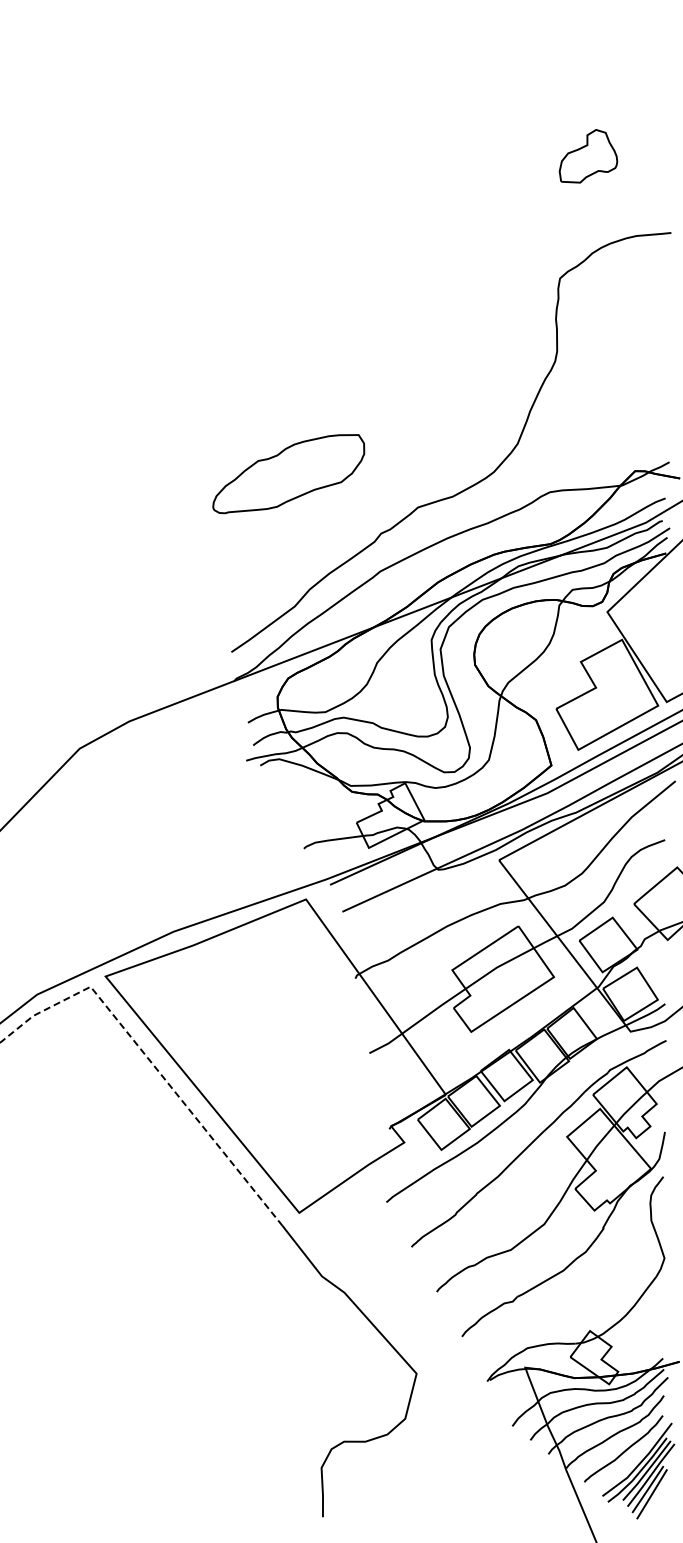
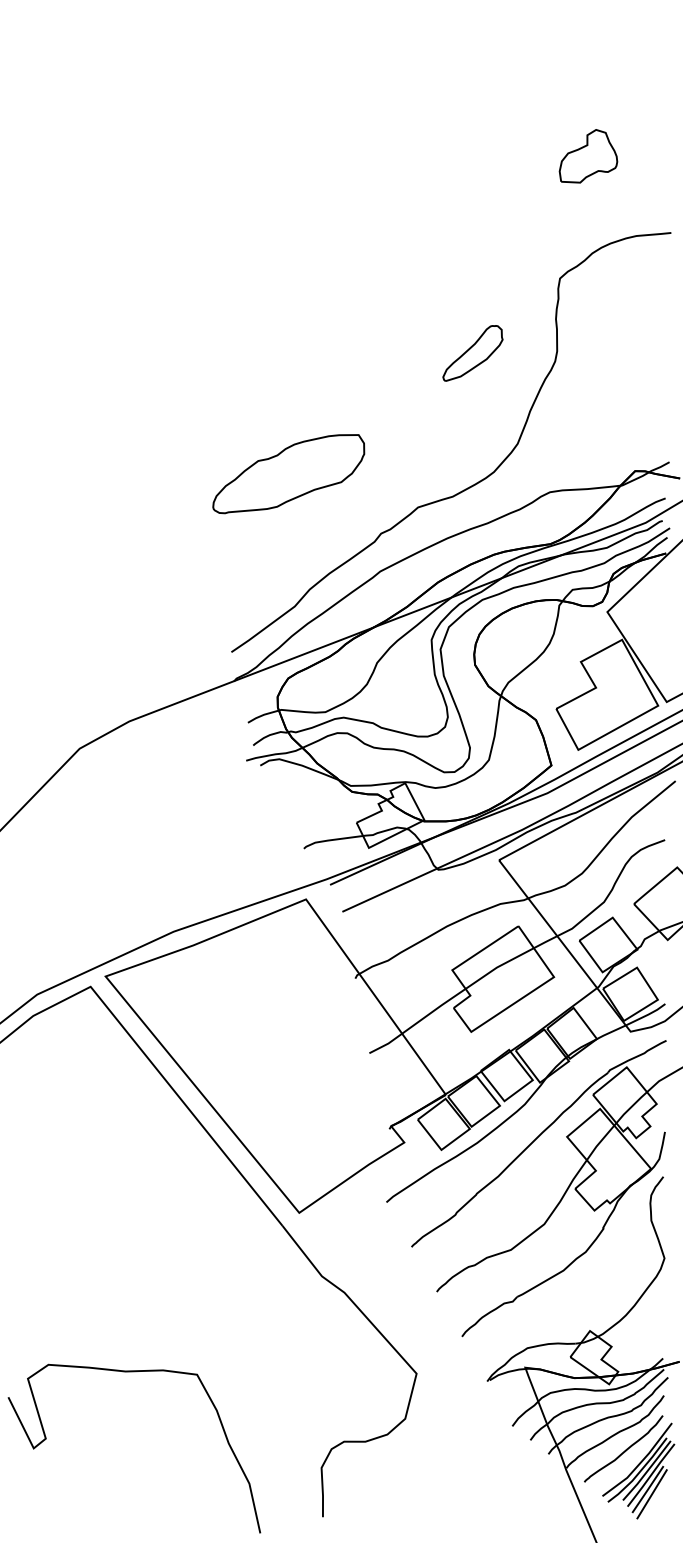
part at (472, 353): none -> present
line at (152, 1063): dashed -> solid
curve at (134, 1372): none -> present
